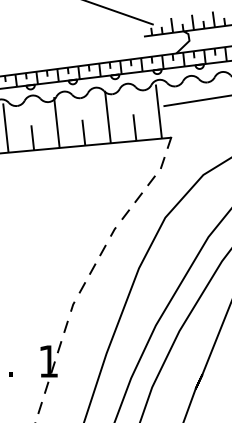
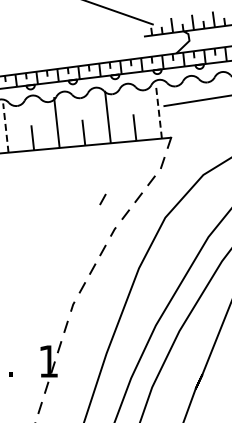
line at (158, 111): solid -> dashed
line at (5, 128): solid -> dashed
line at (102, 199): none -> present
